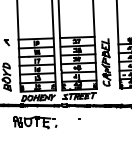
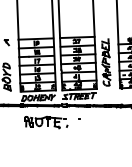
part at (35, 122) position: (35, 122) -> (46, 122)
